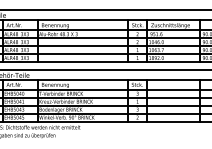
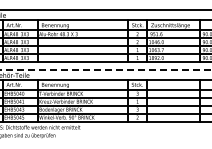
line at (106, 69): solid -> dashed
